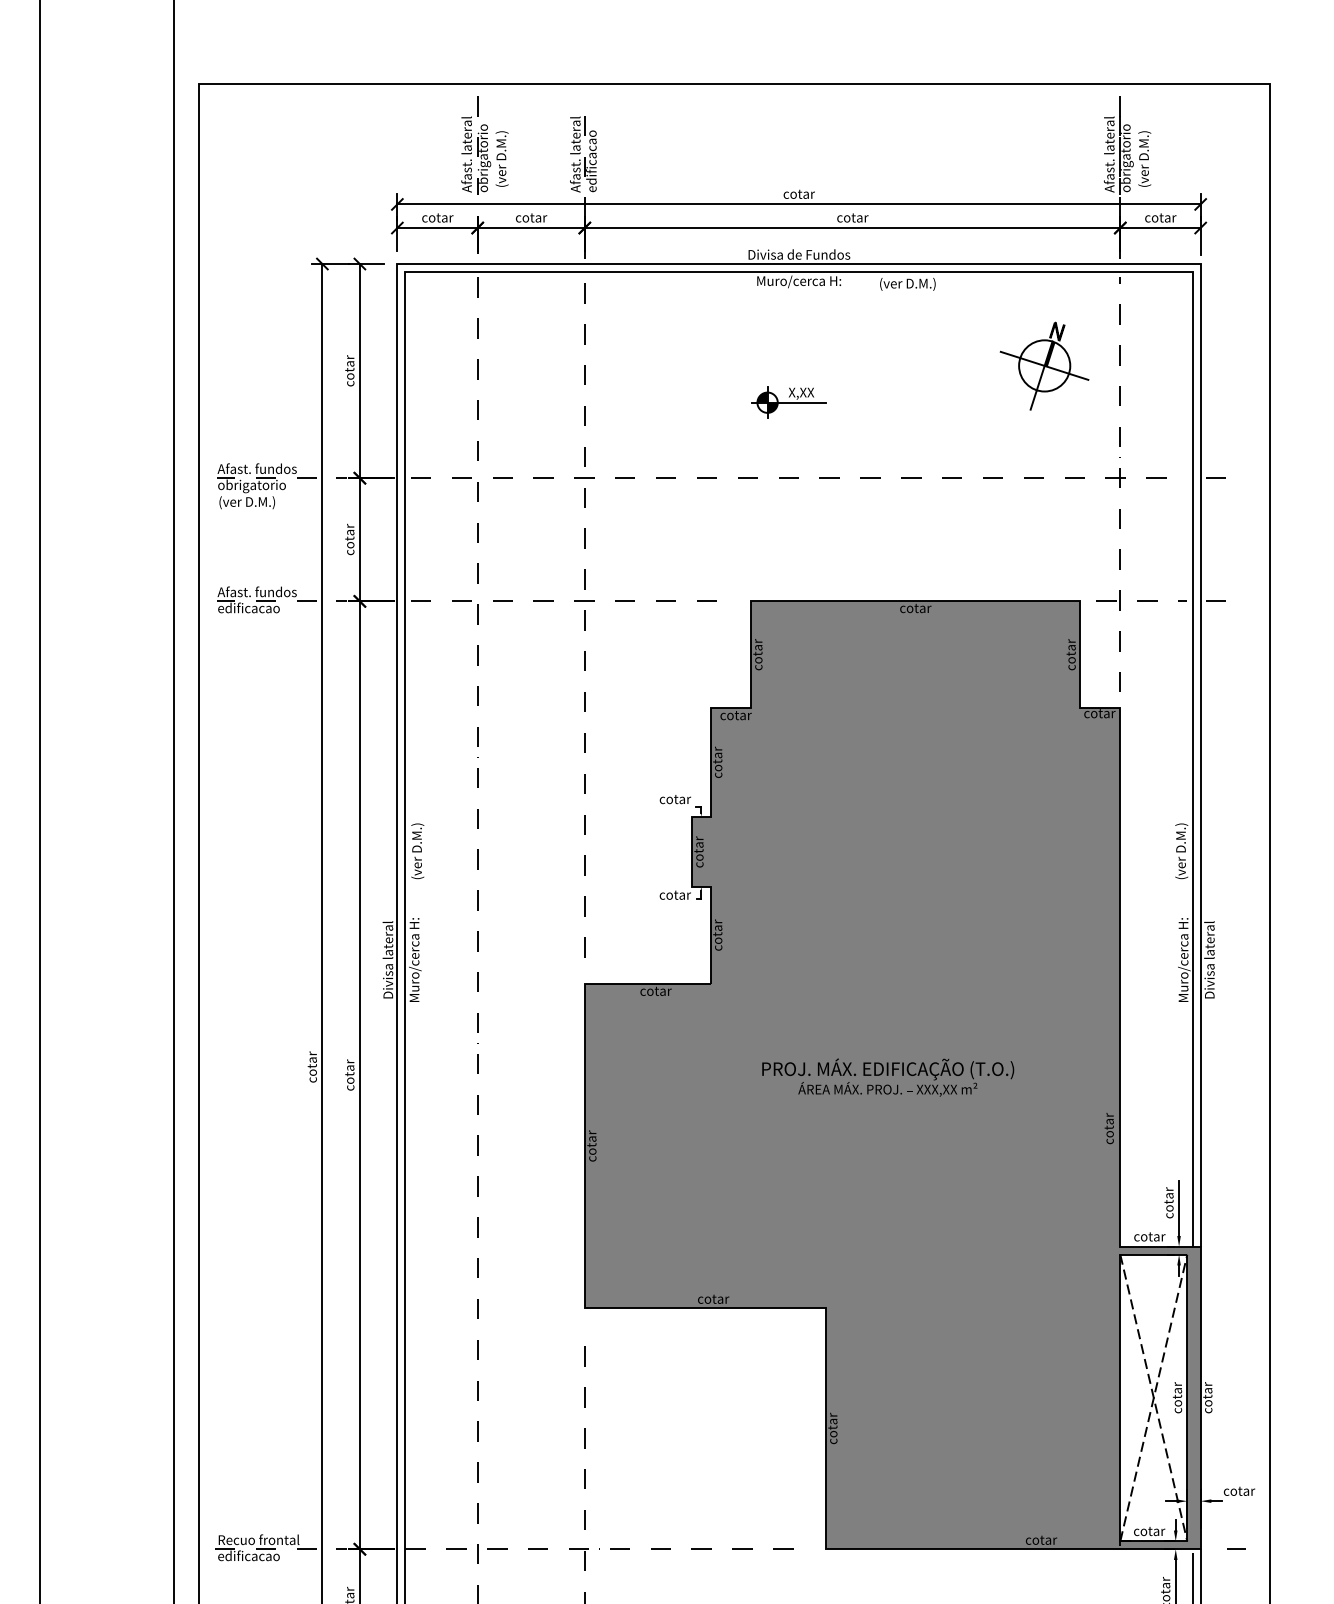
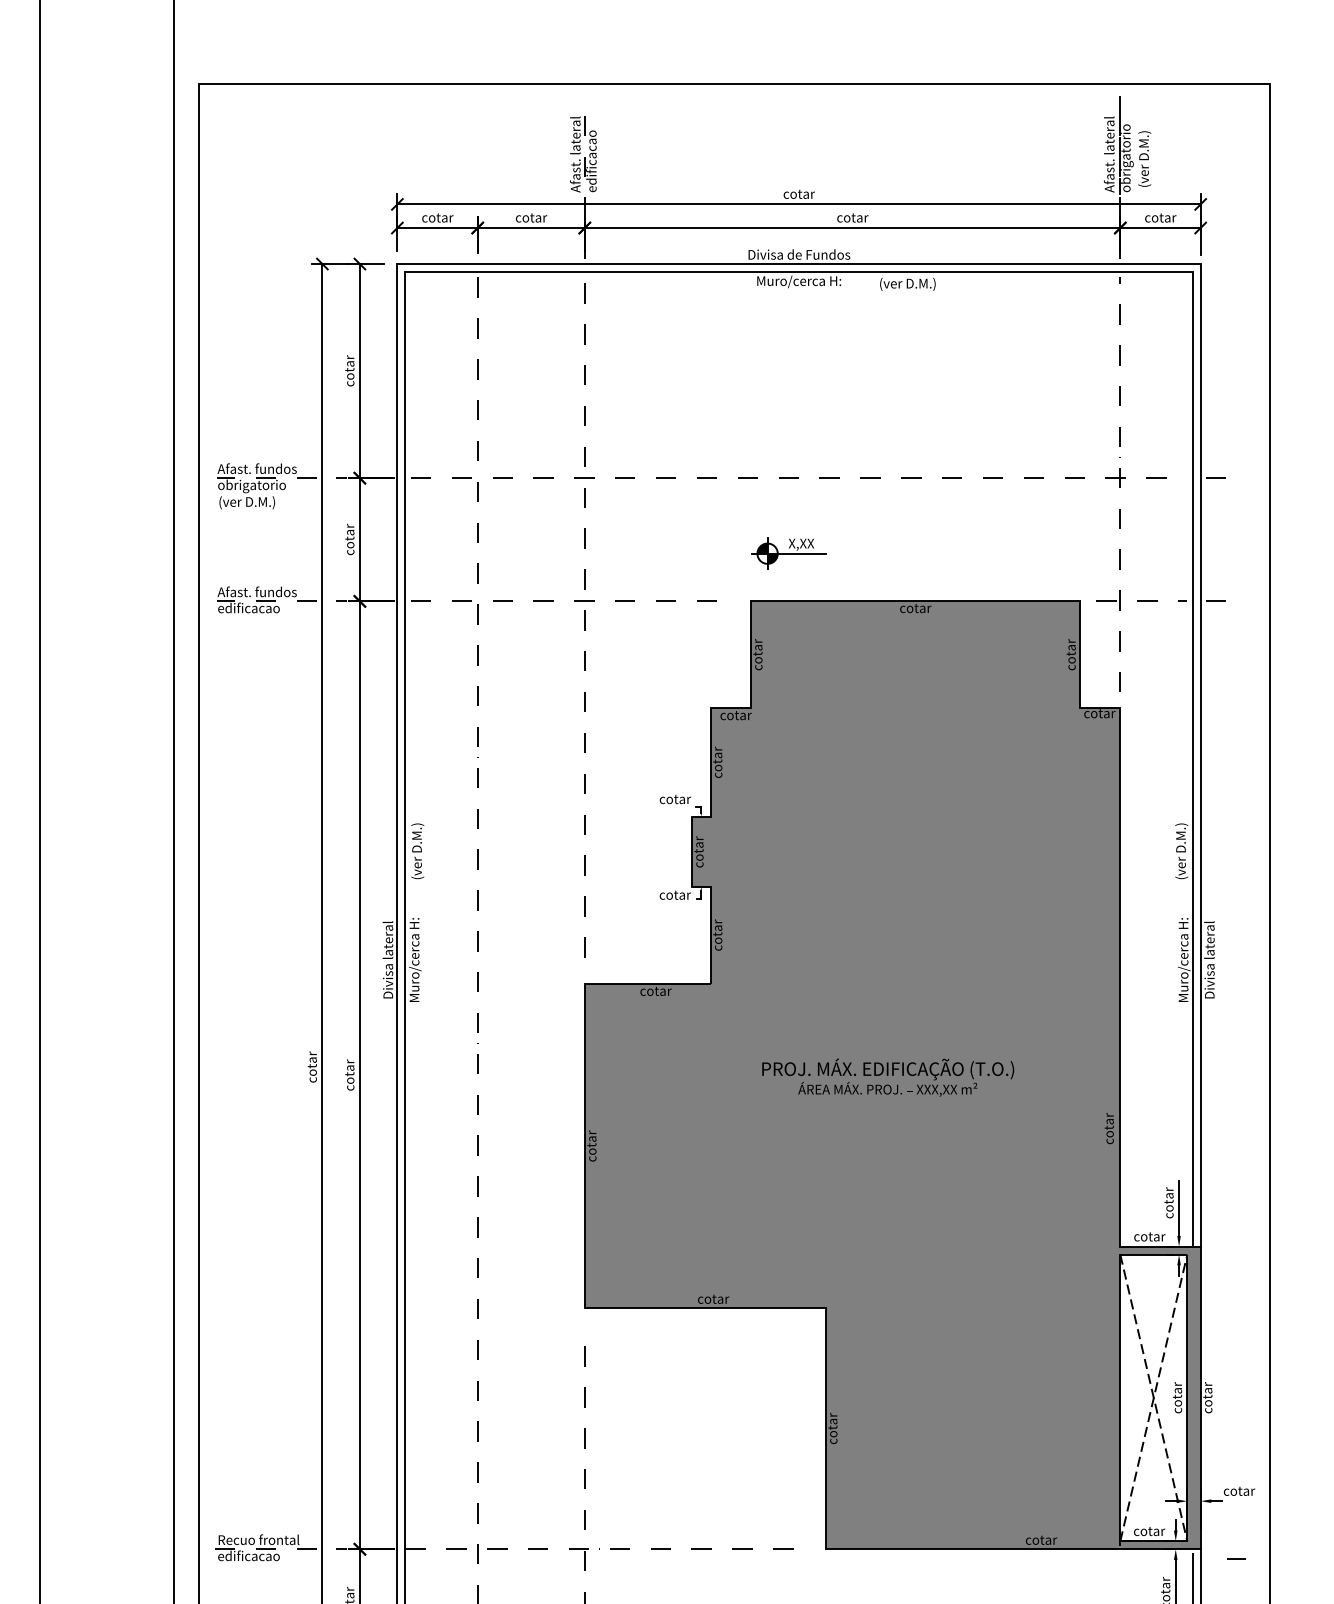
part at (484, 145): present -> none
part at (1044, 365): present -> none
part at (788, 402) position: (788, 402) -> (788, 553)
line at (1236, 1548) position: (1236, 1548) -> (1236, 1558)
